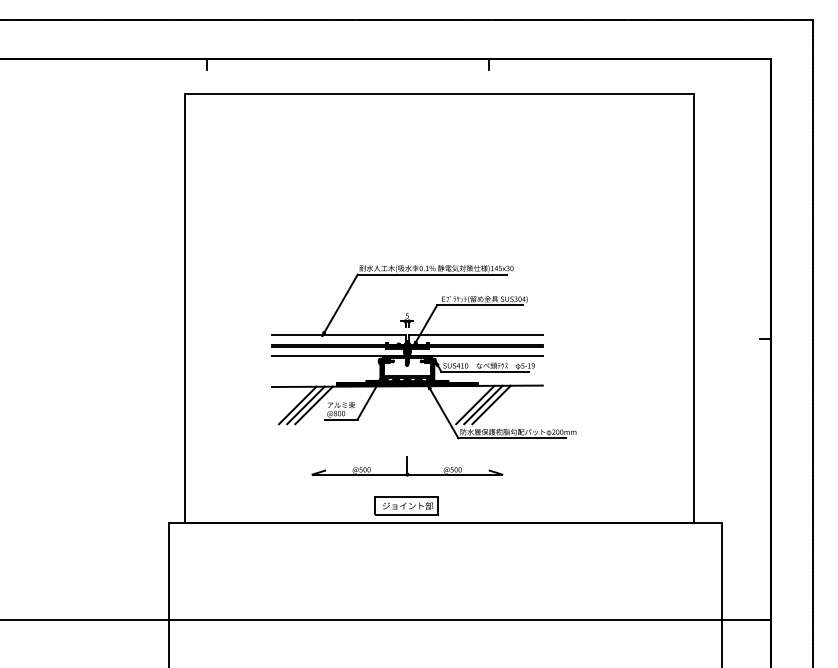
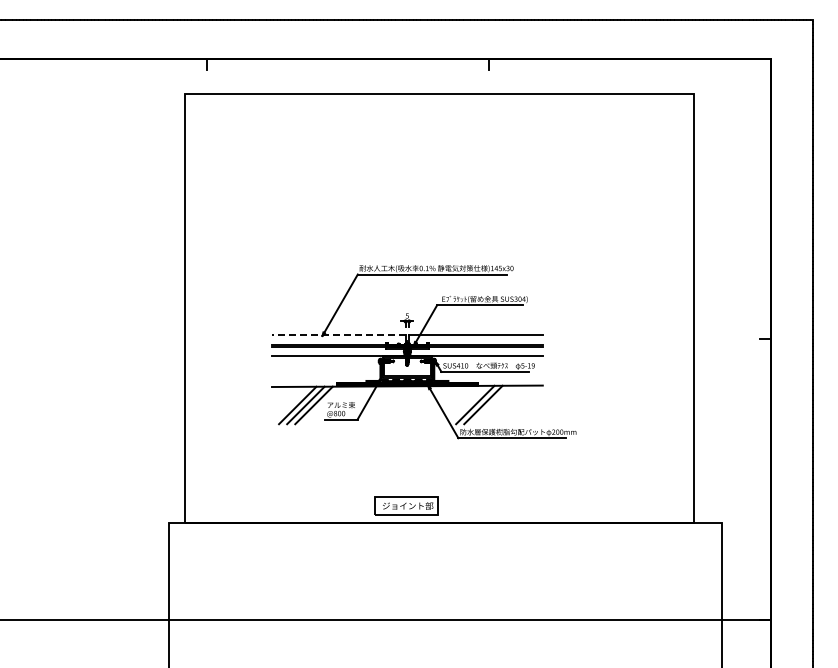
line at (338, 335): solid -> dashed
line at (491, 404): present -> none
part at (407, 466): present -> none
